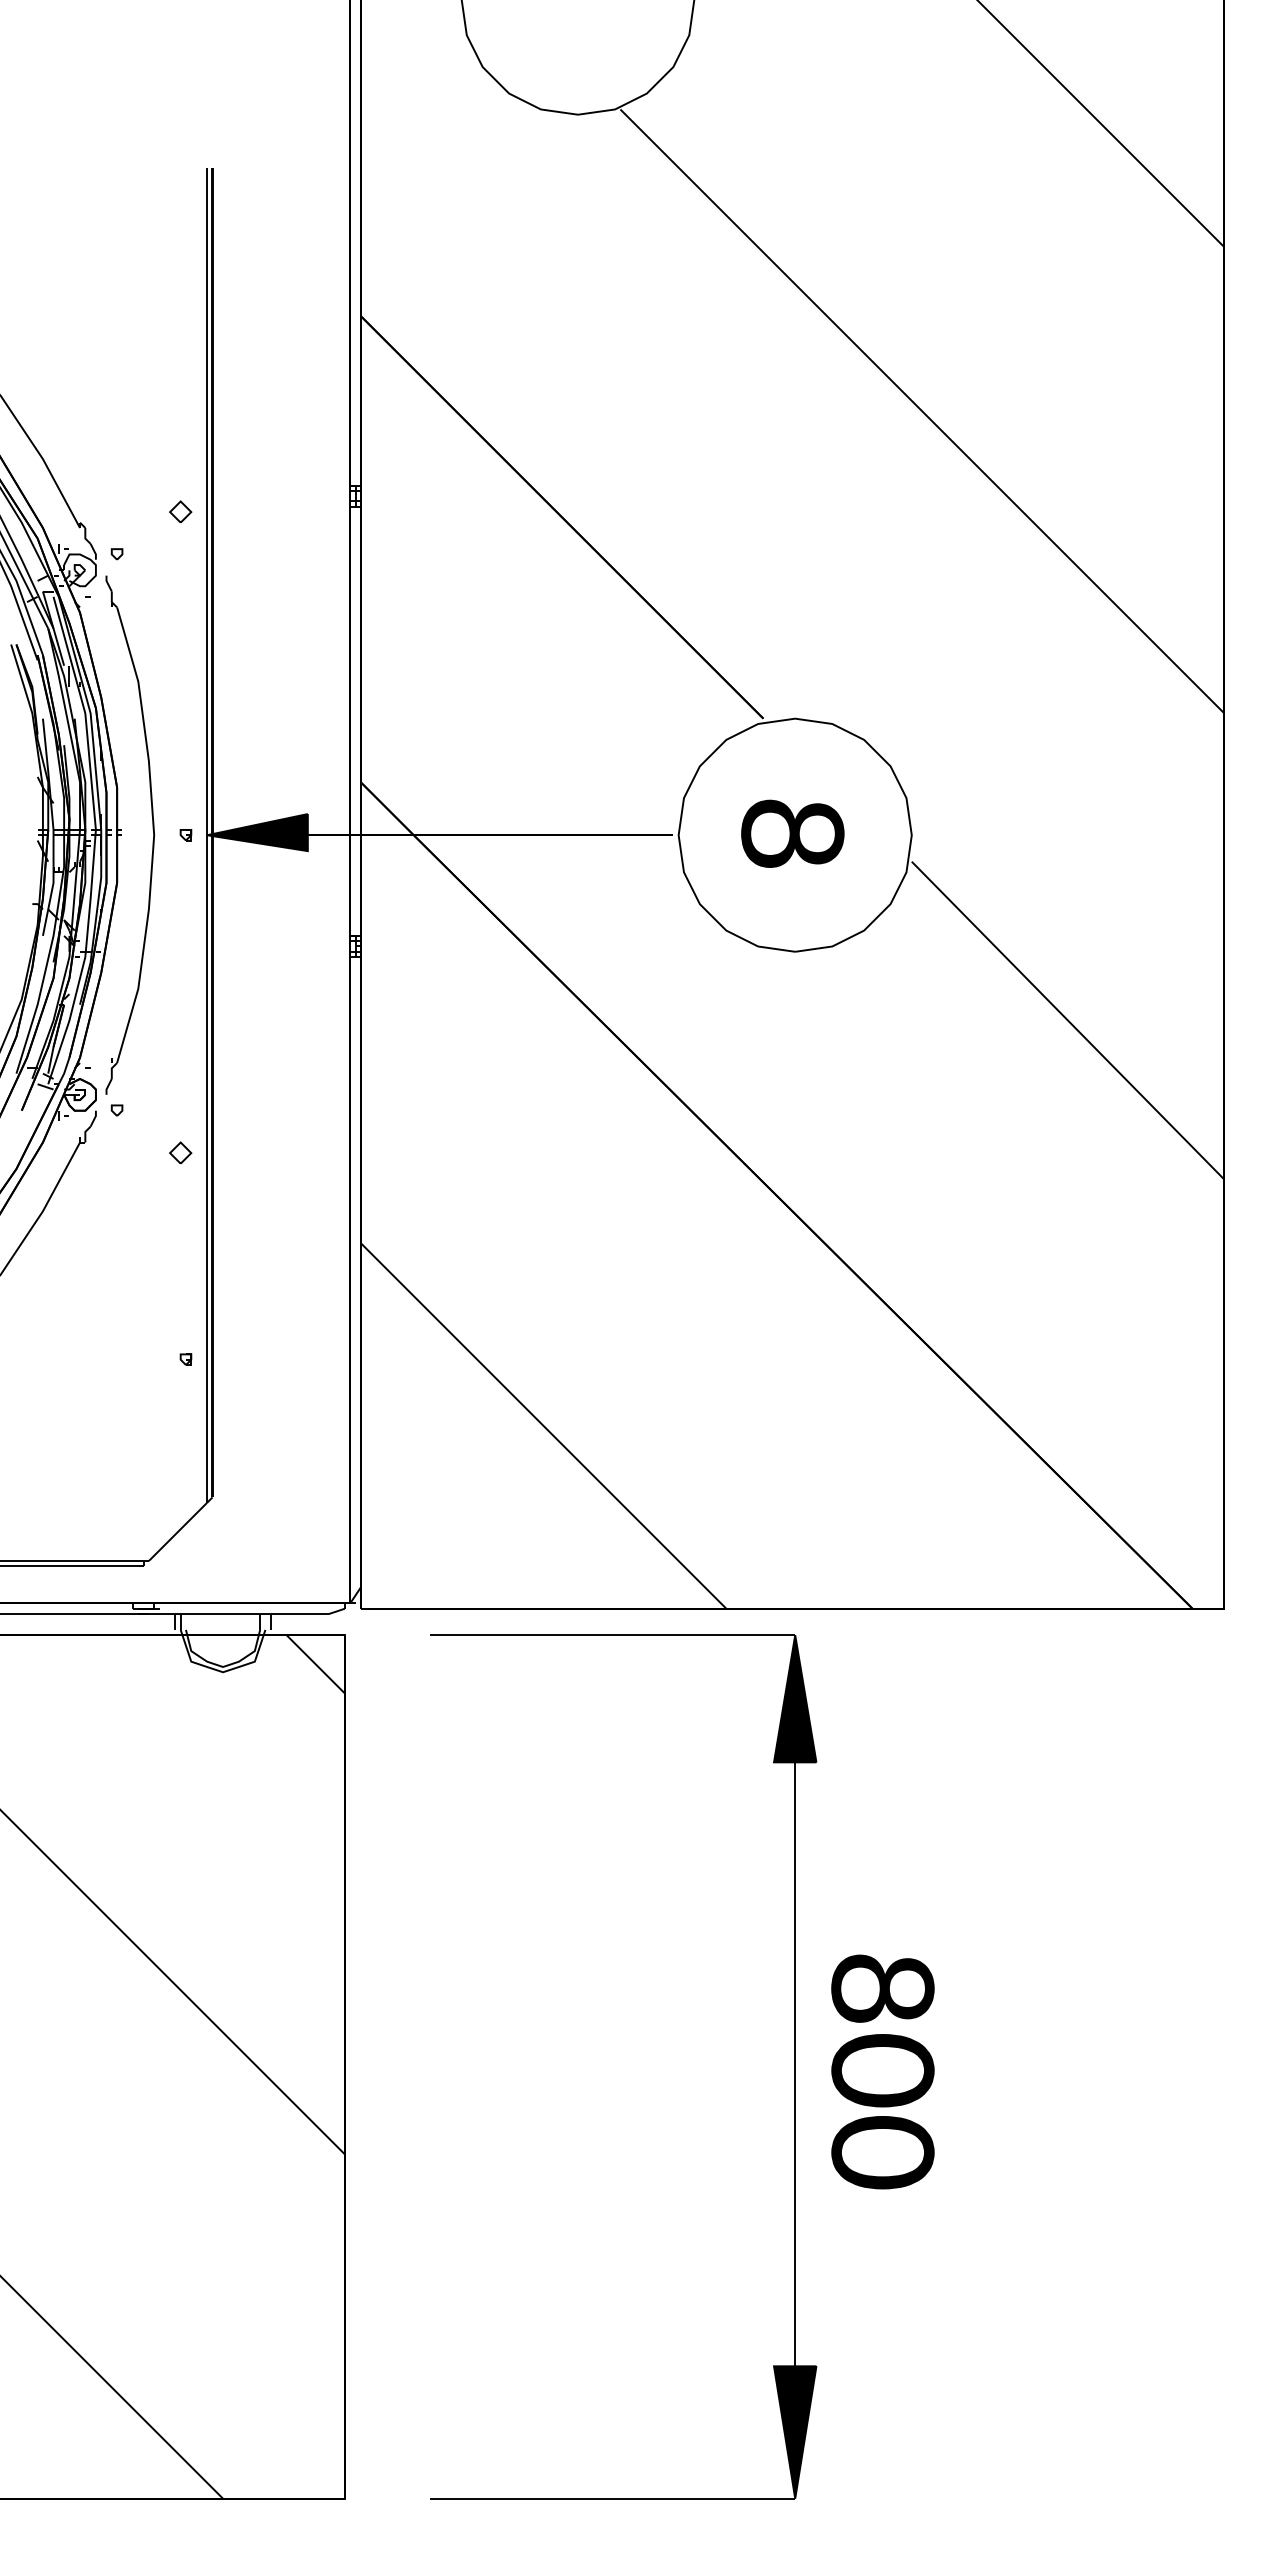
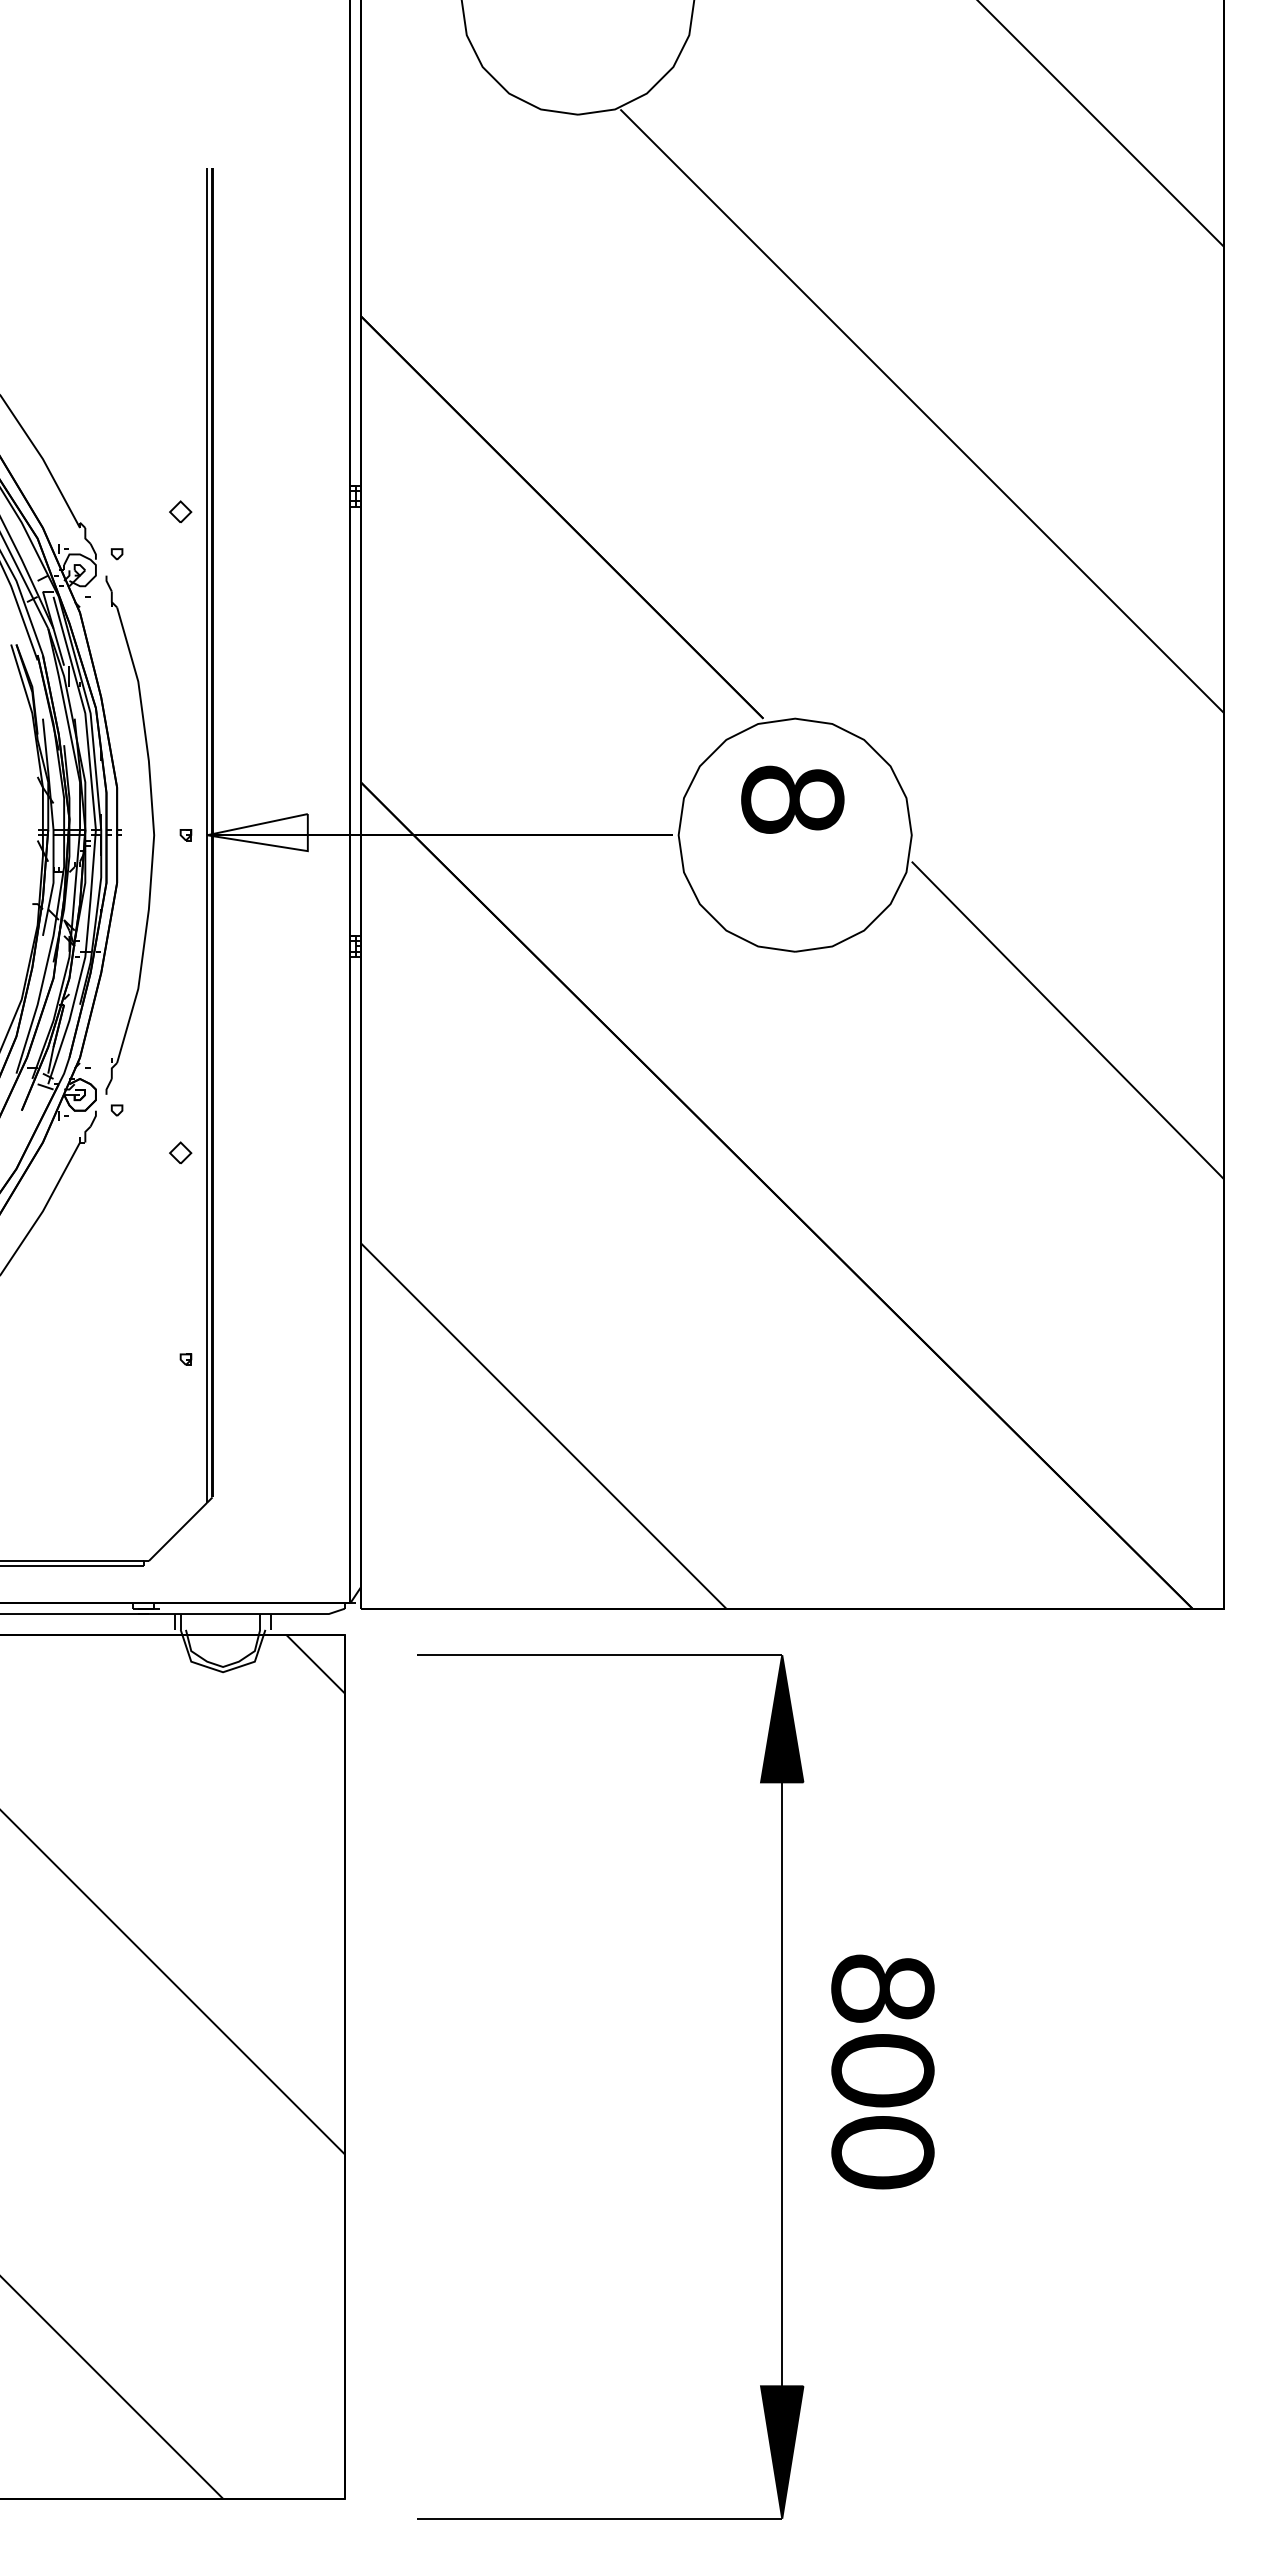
fill at (257, 832): present -> none
text at (792, 833) position: (792, 833) -> (792, 799)
part at (794, 2066) position: (794, 2066) -> (781, 2086)
